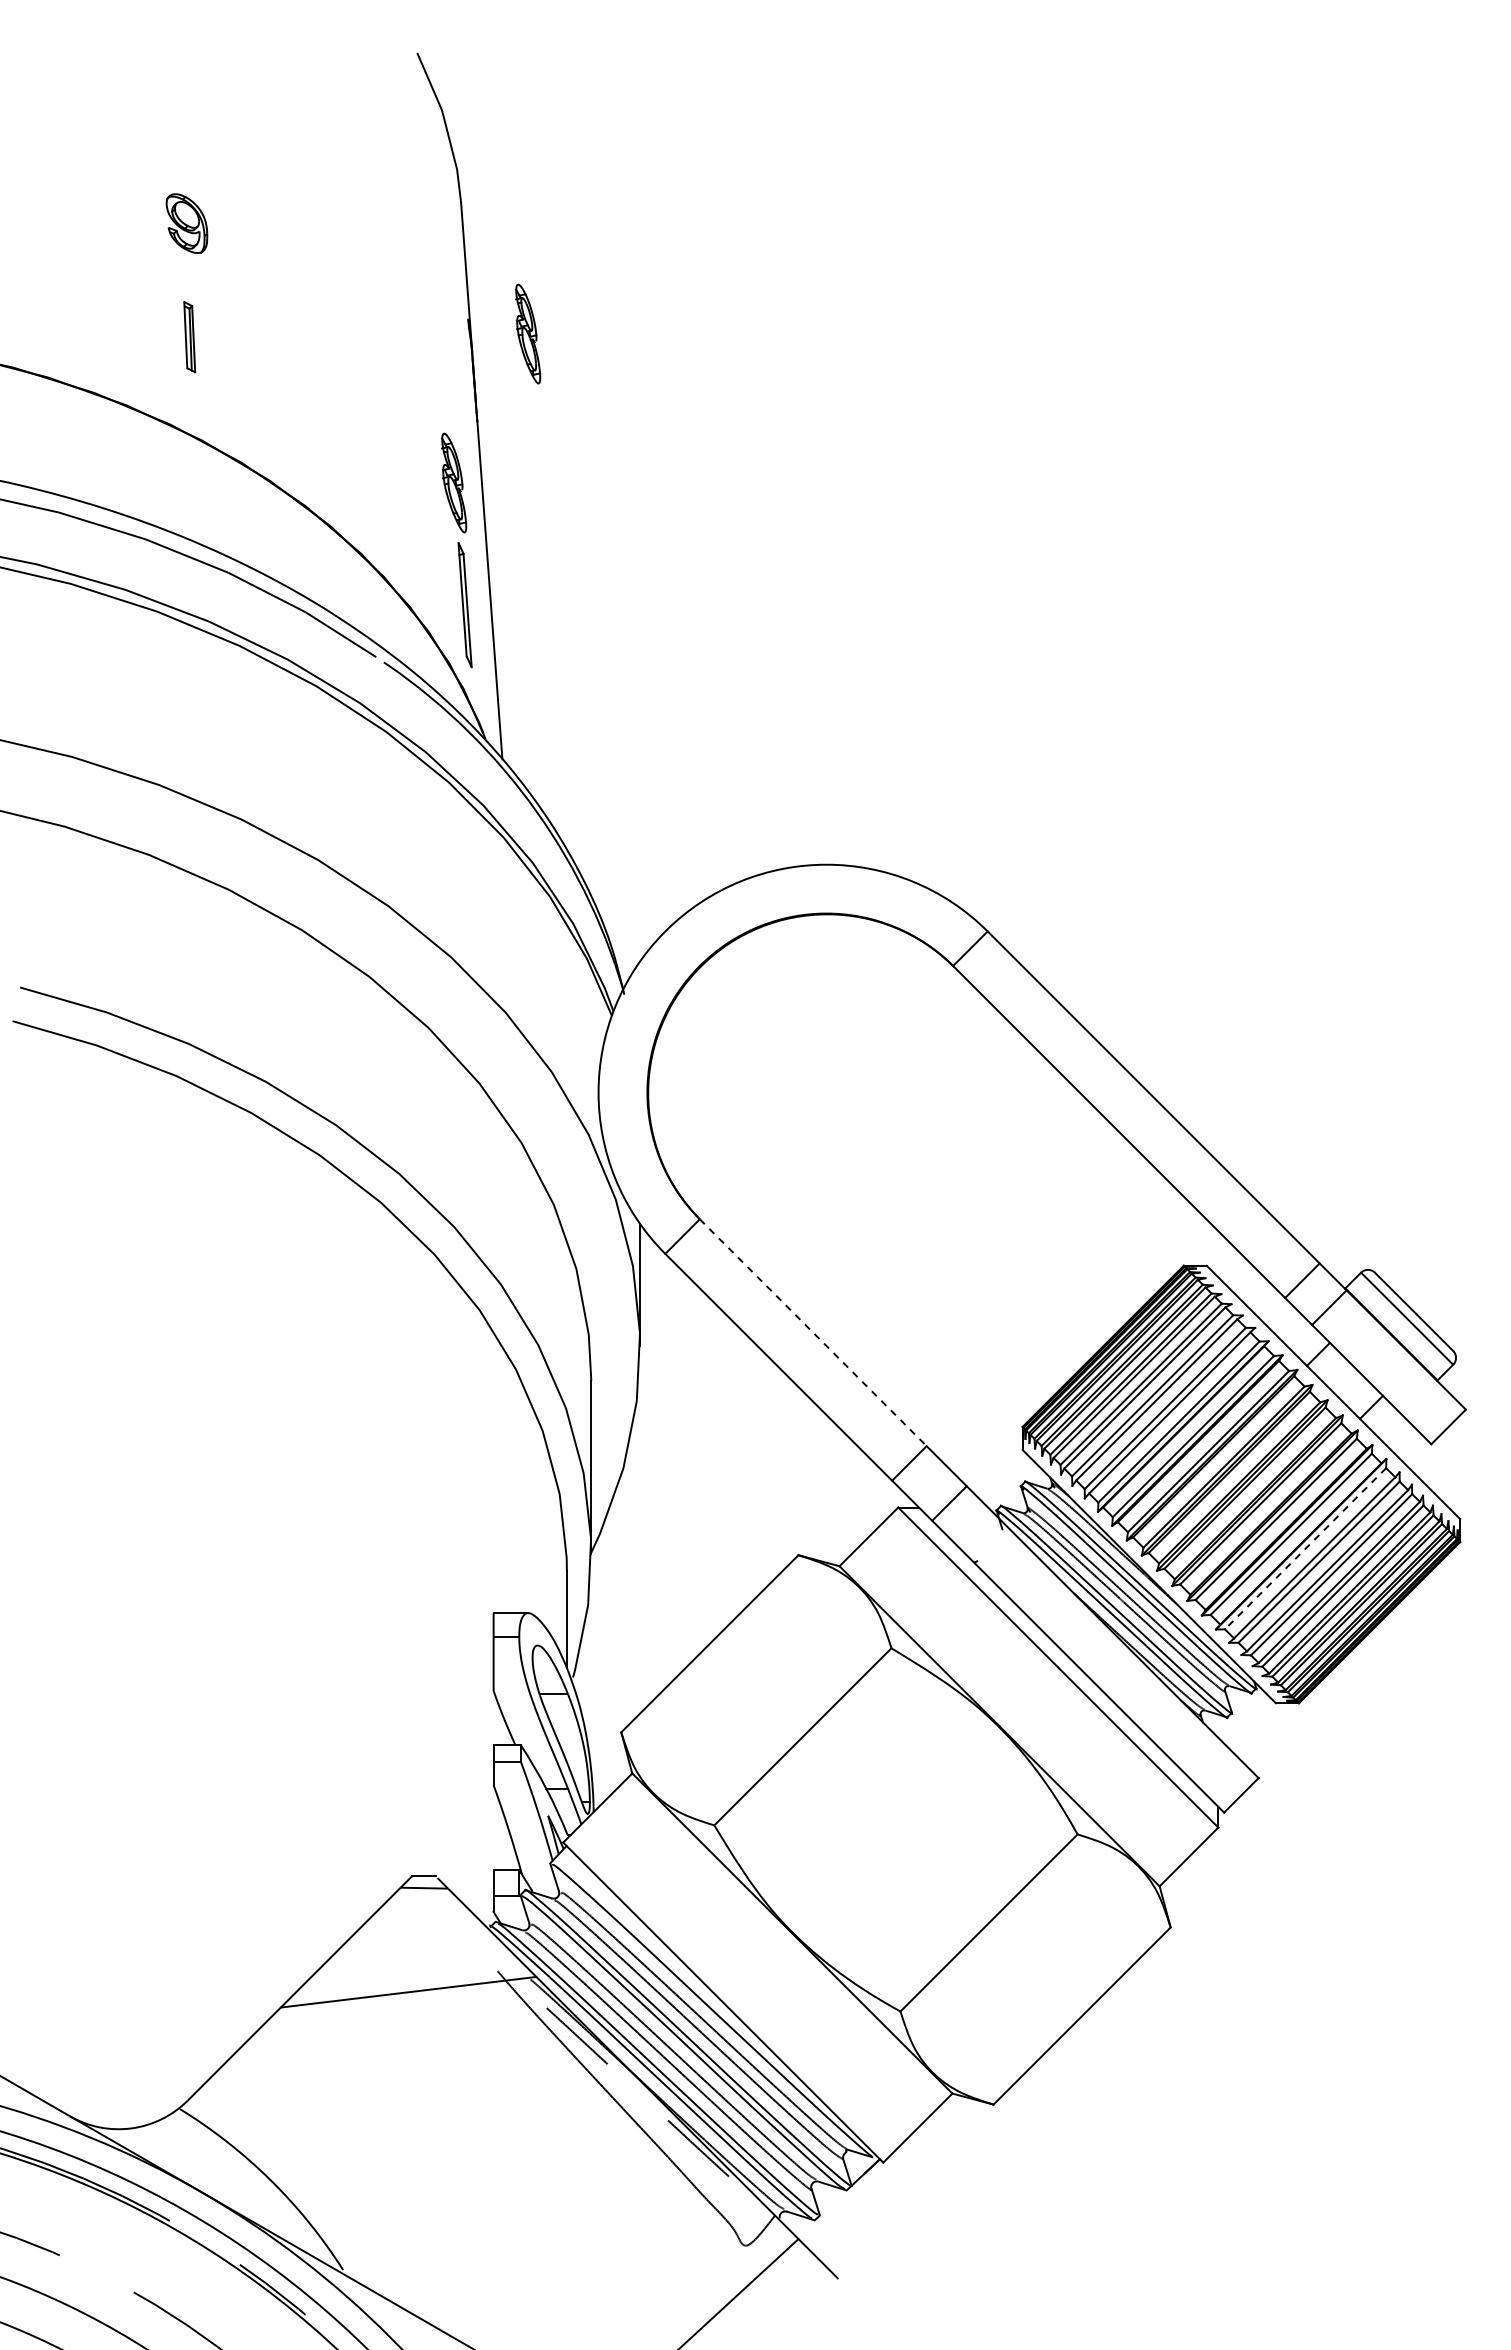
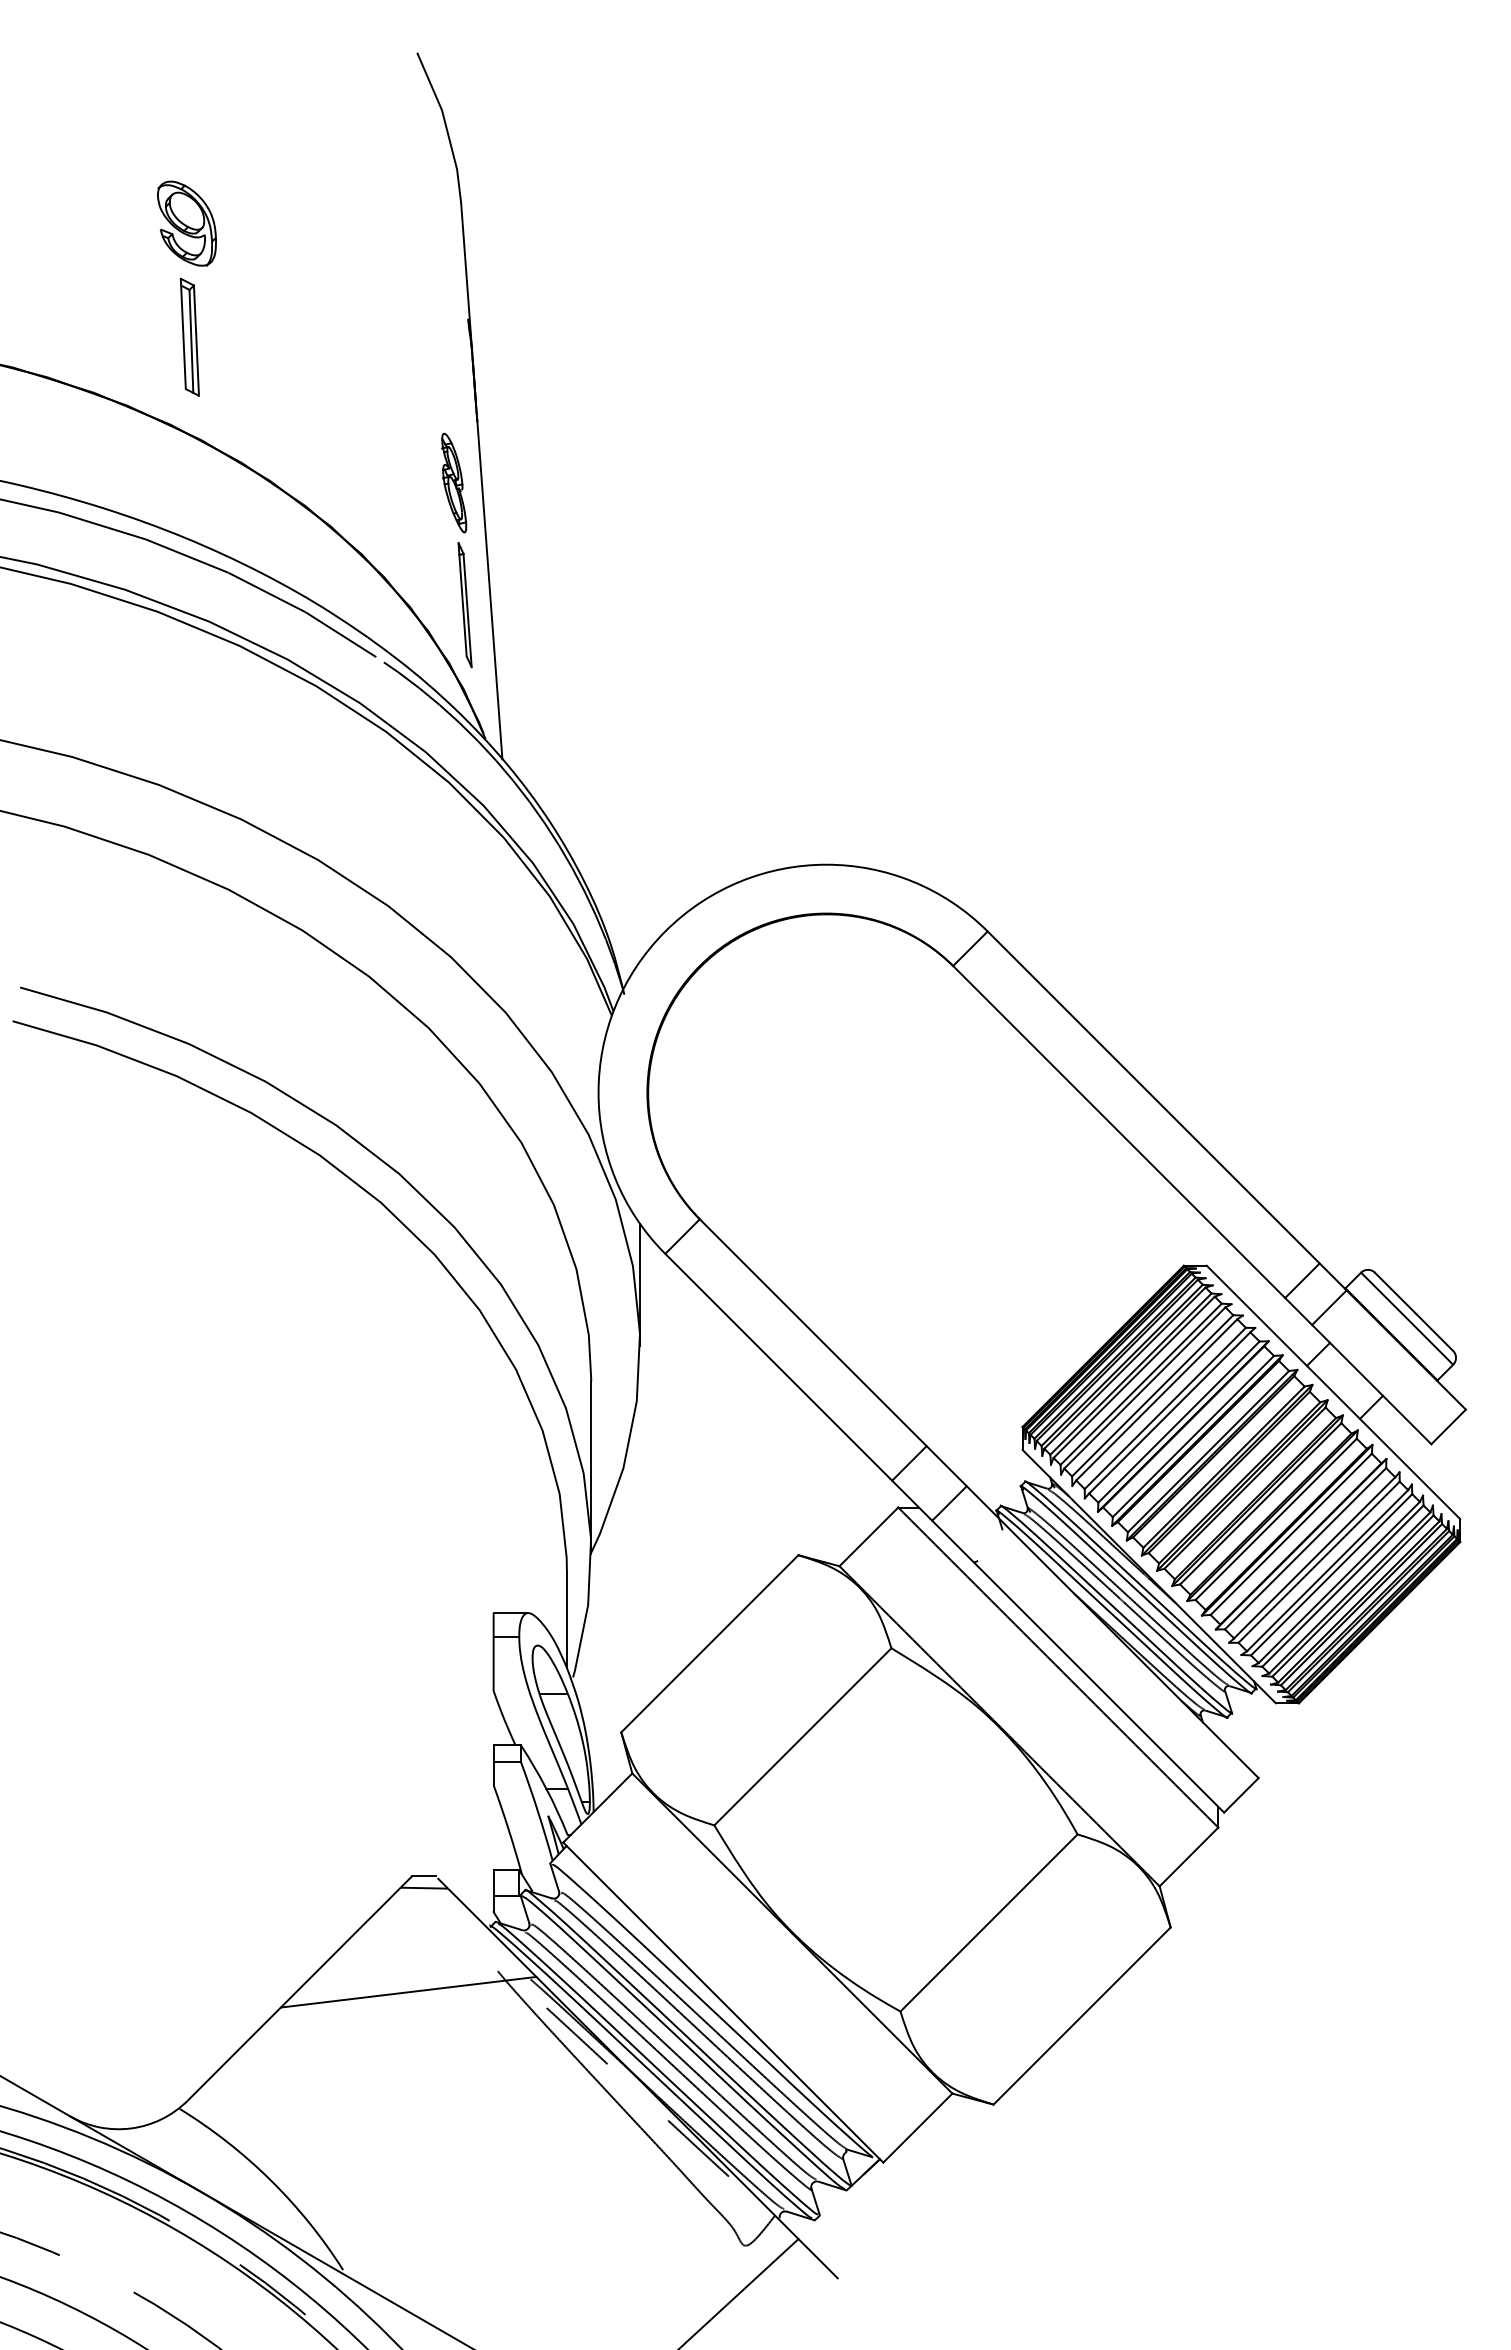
part at (186, 223) size: 44x61 px -> 60x87 px
part at (528, 333): present -> none
part at (189, 337) size: 14x73 px -> 21x120 px
line at (813, 1333): dashed -> solid
line at (1305, 1548): dashed -> solid
